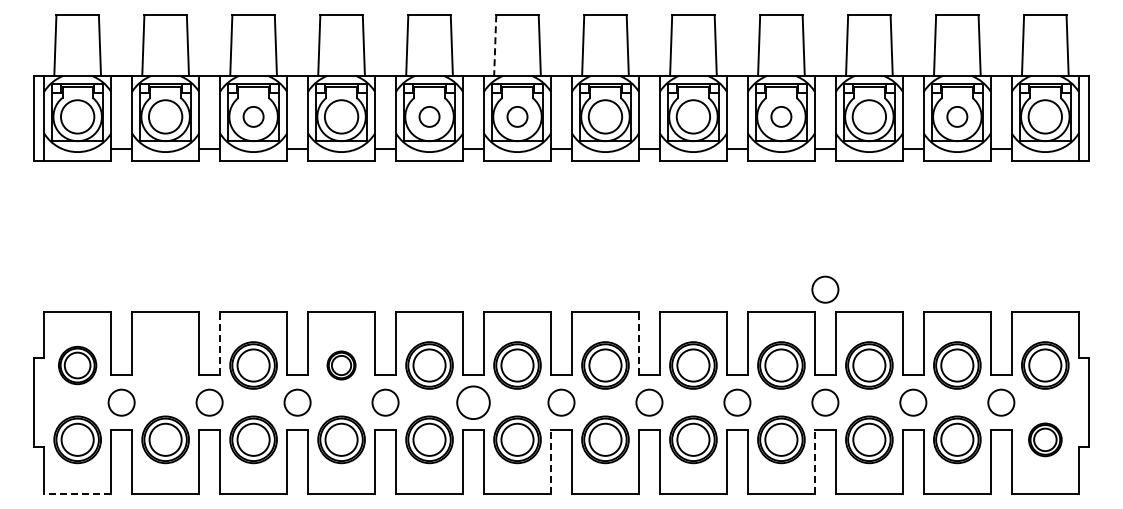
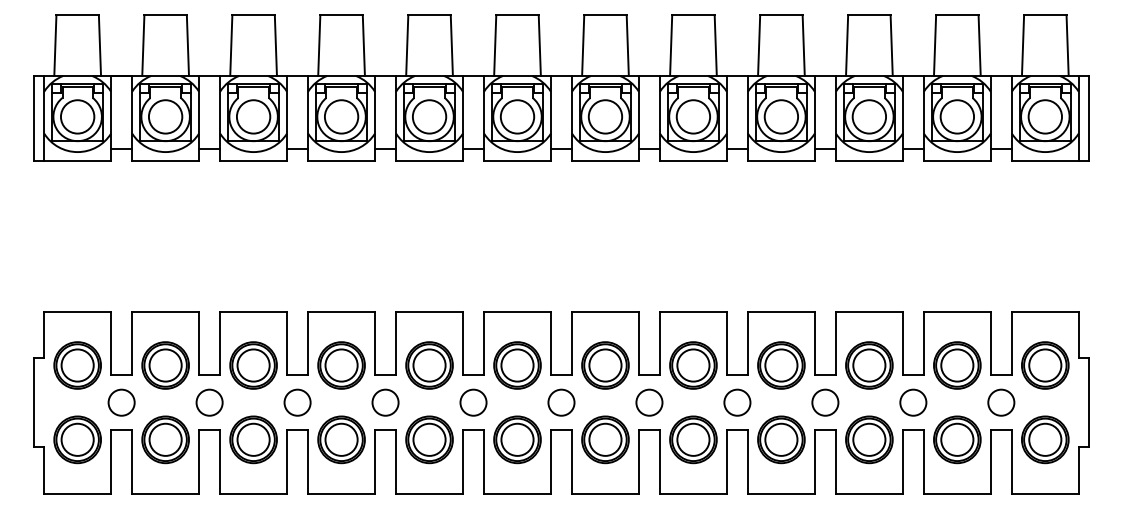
line at (495, 46): dashed -> solid
circle at (253, 116) diameter: 20 px -> 33 px
circle at (429, 116) diameter: 20 px -> 33 px
circle at (517, 116) diameter: 20 px -> 33 px
circle at (781, 116) diameter: 20 px -> 33 px
circle at (957, 116) diameter: 20 px -> 33 px
circle at (825, 289): present -> none
line at (220, 343): dashed -> solid
line at (638, 343): dashed -> solid
part at (77, 365) size: 40x40 px -> 49x49 px
part at (165, 365): none -> present
part at (341, 365) size: 31x31 px -> 49x49 px
circle at (473, 402) size: 35x35 px -> 29x29 px
part at (1045, 439) size: 35x36 px -> 49x50 px
line at (550, 461): dashed -> solid
line at (814, 461): dashed -> solid
line at (77, 493): dashed -> solid
